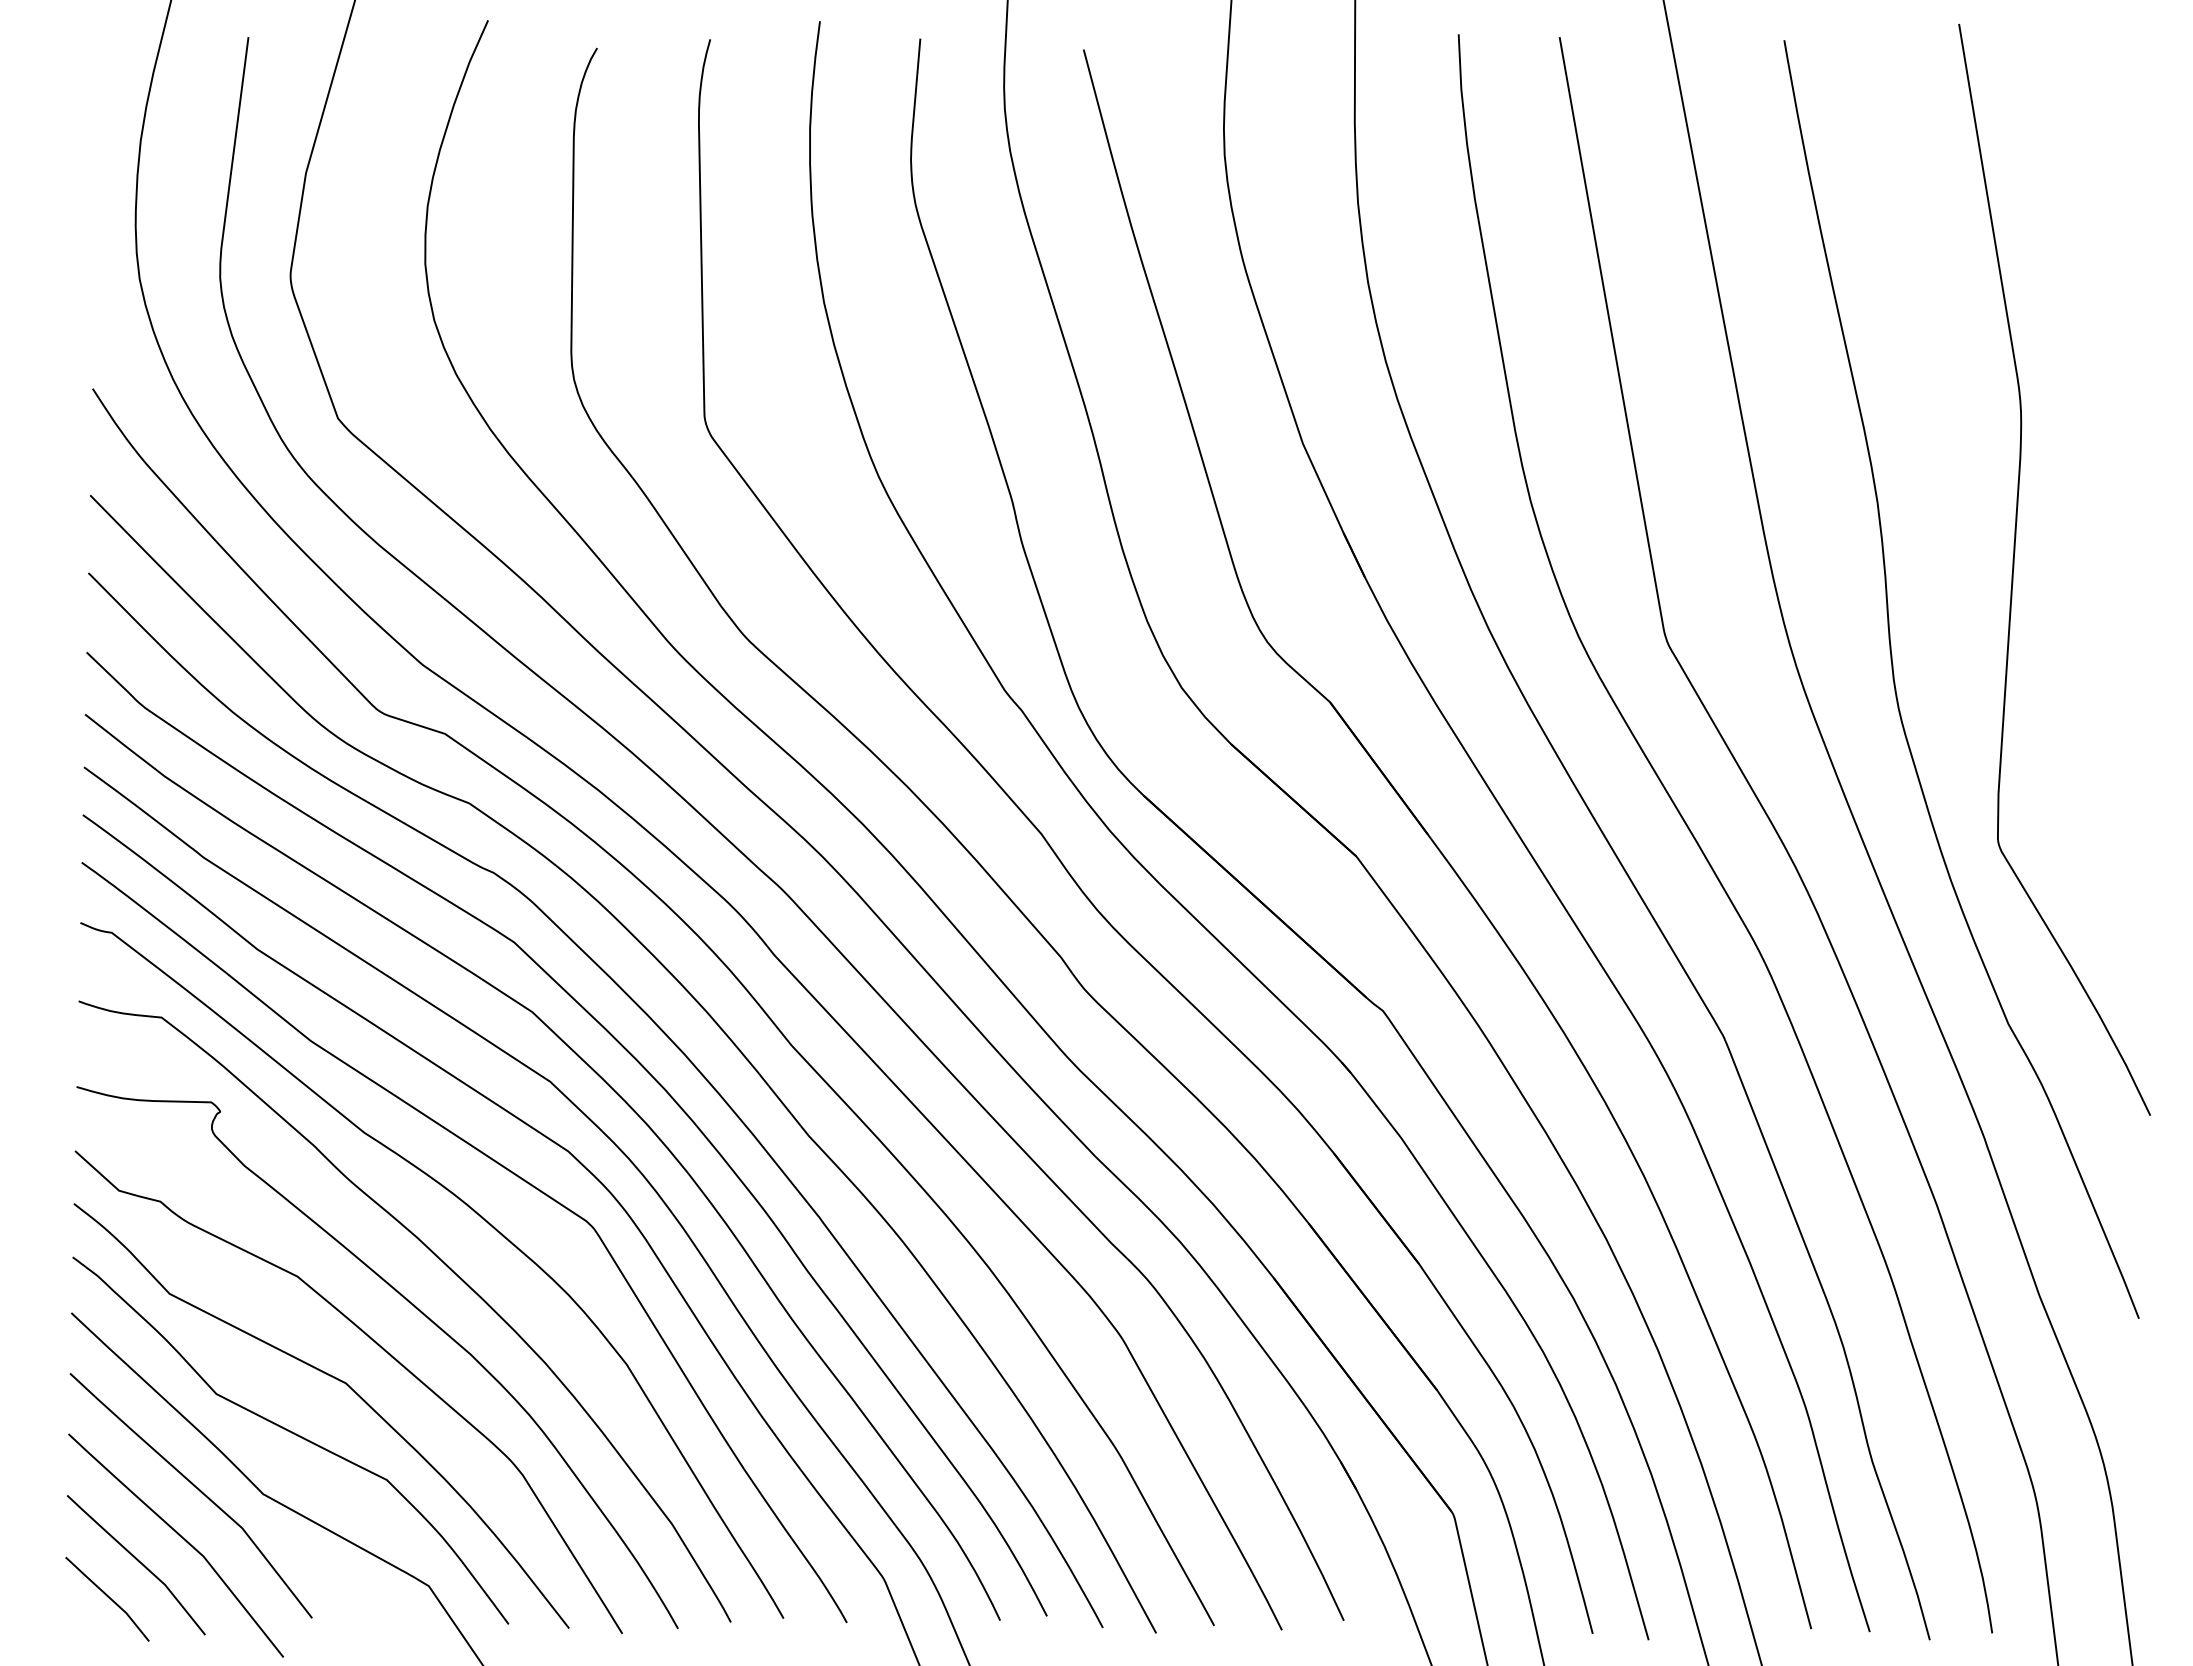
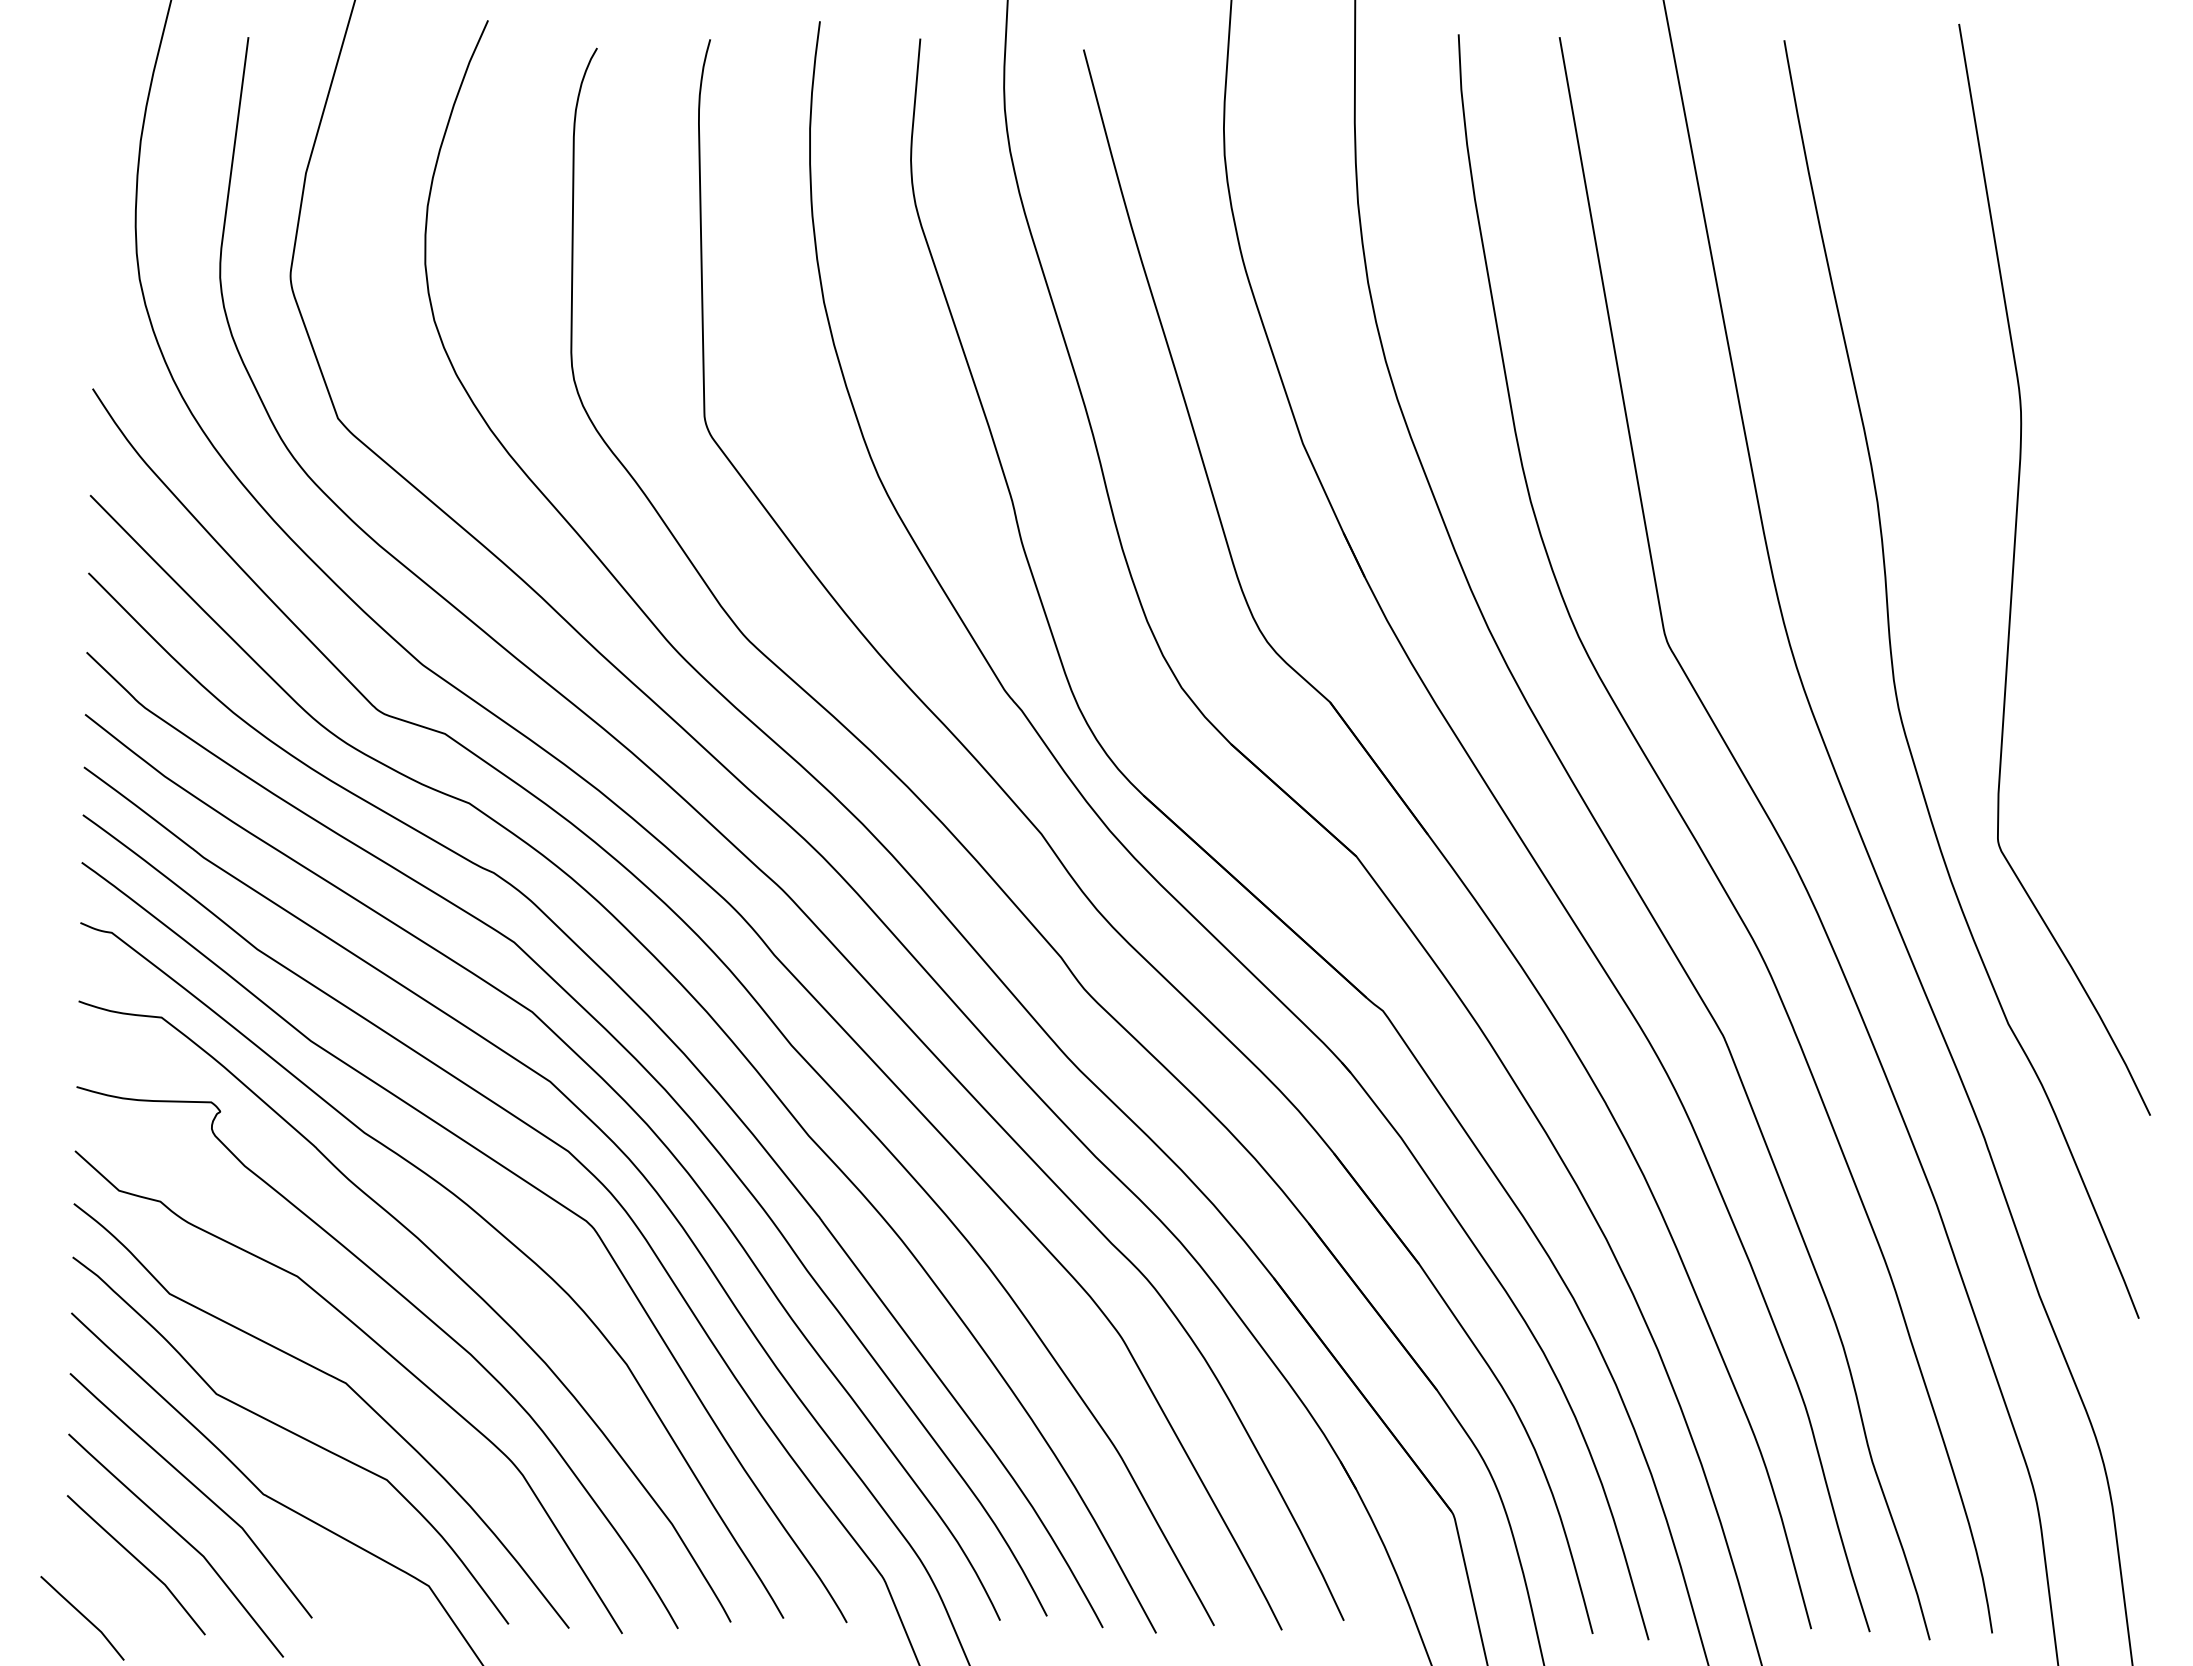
curve at (108, 1598) position: (108, 1598) -> (83, 1617)
